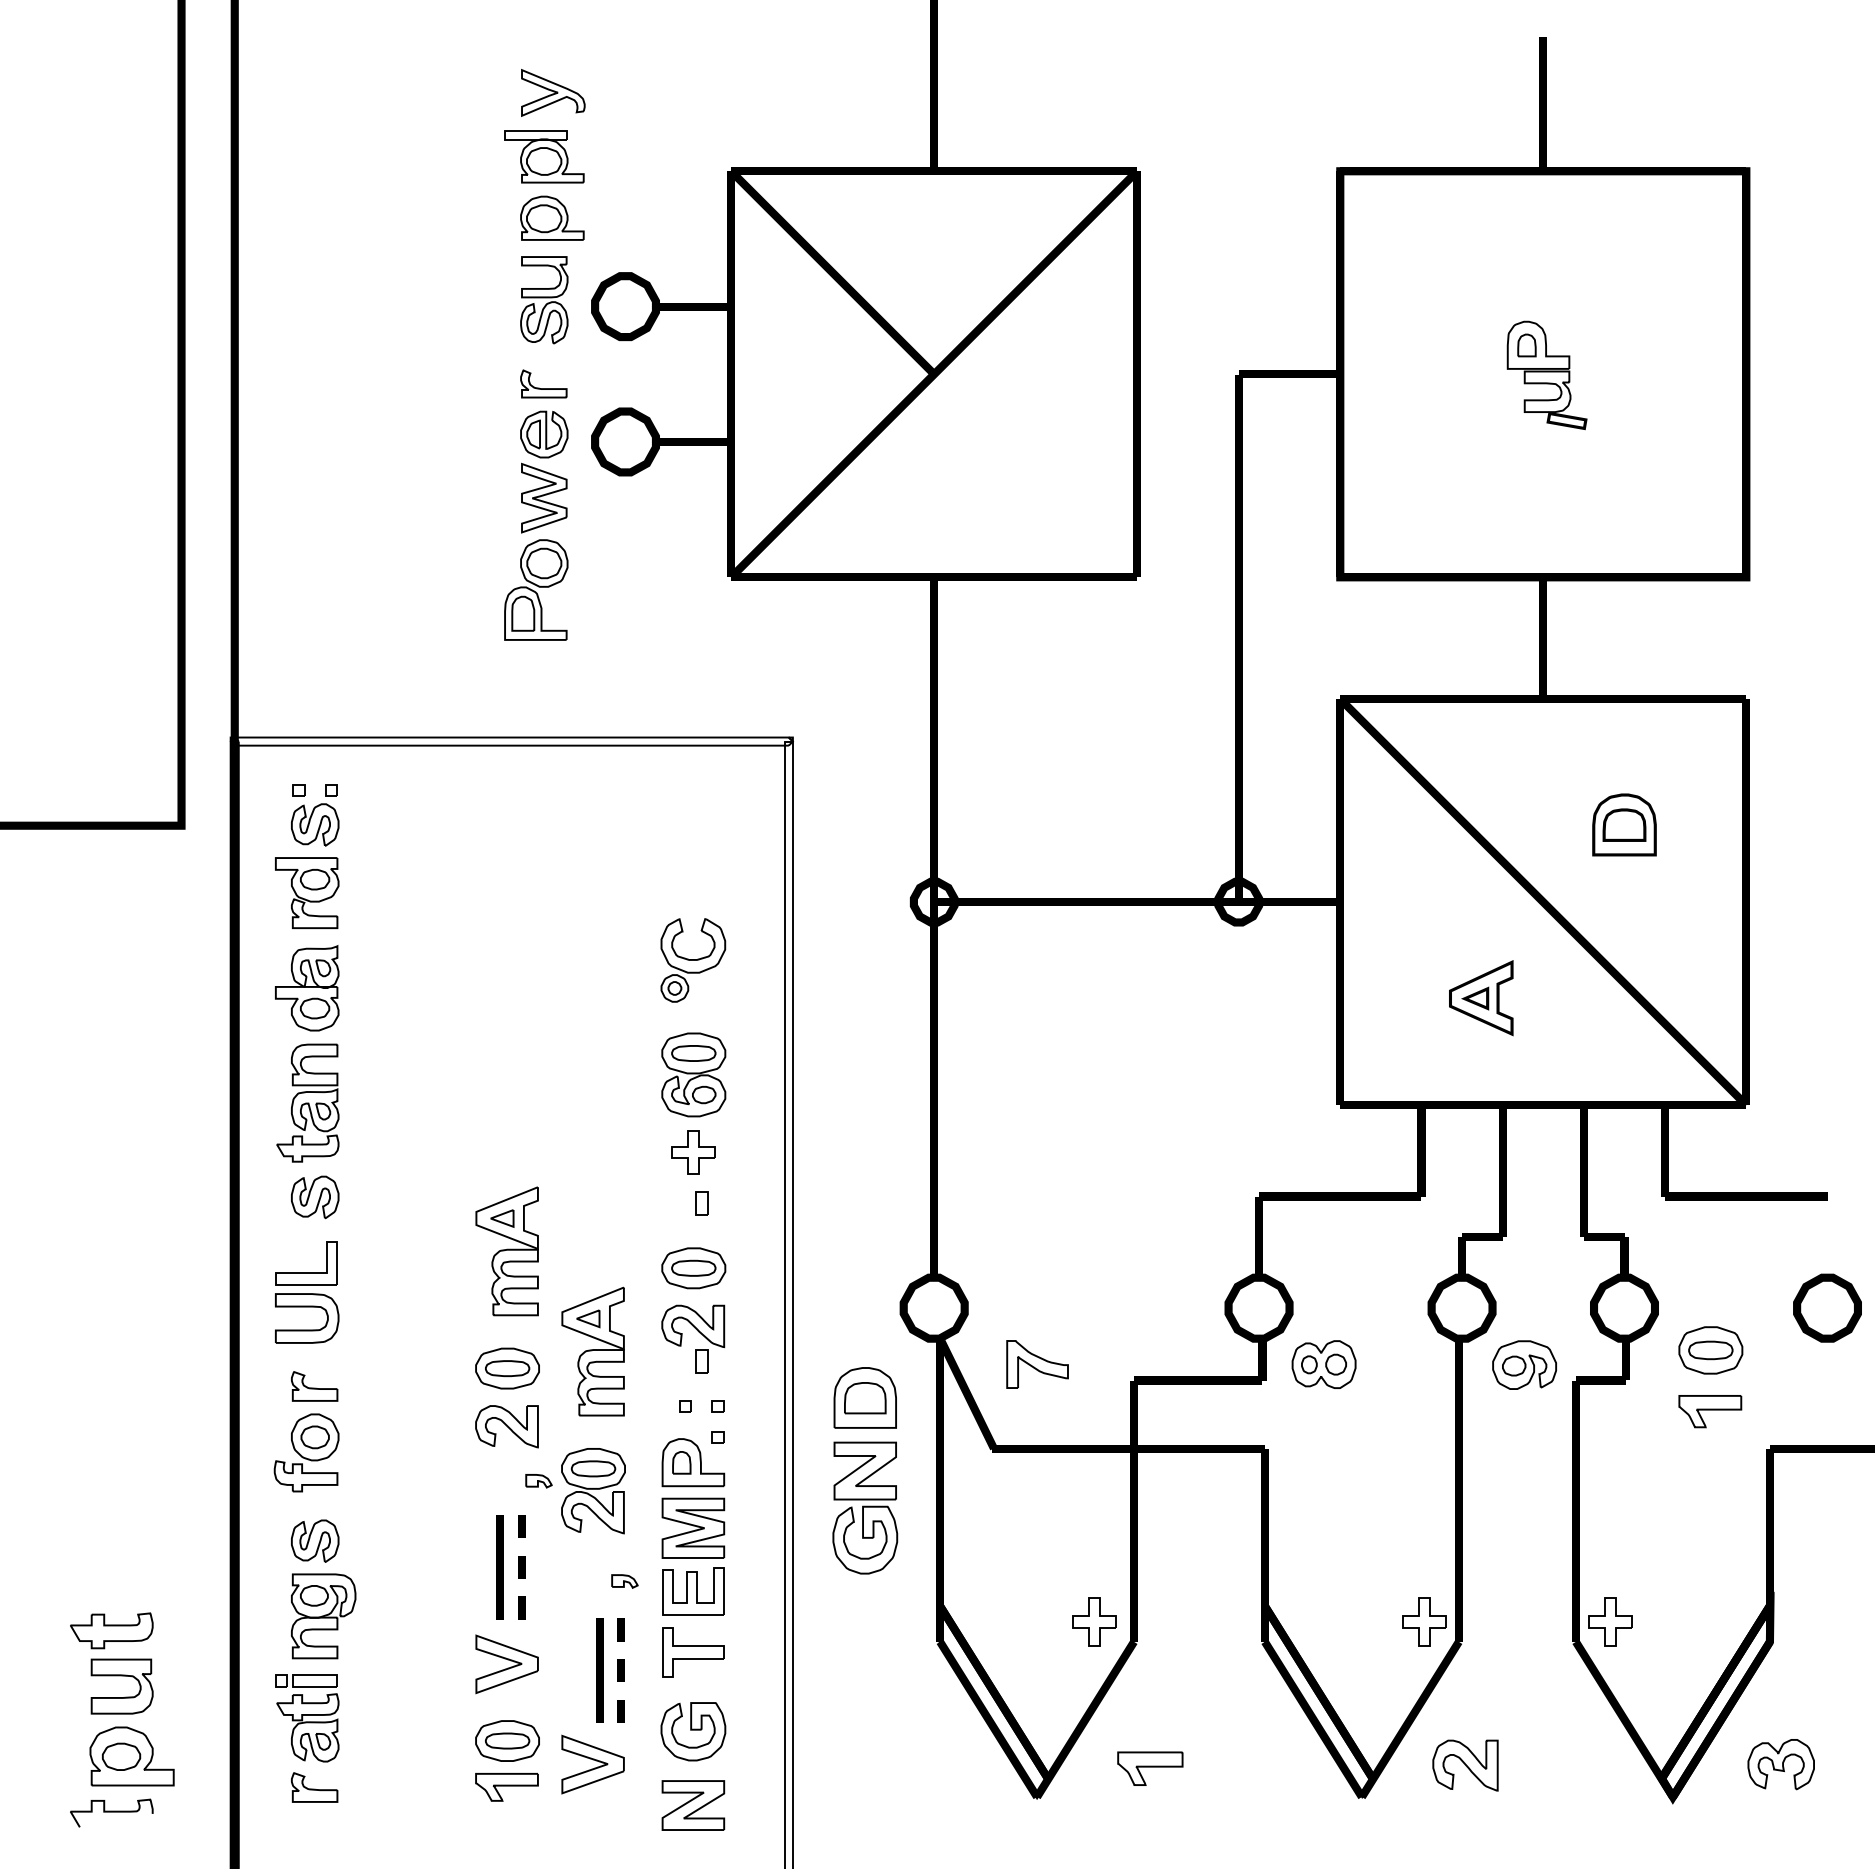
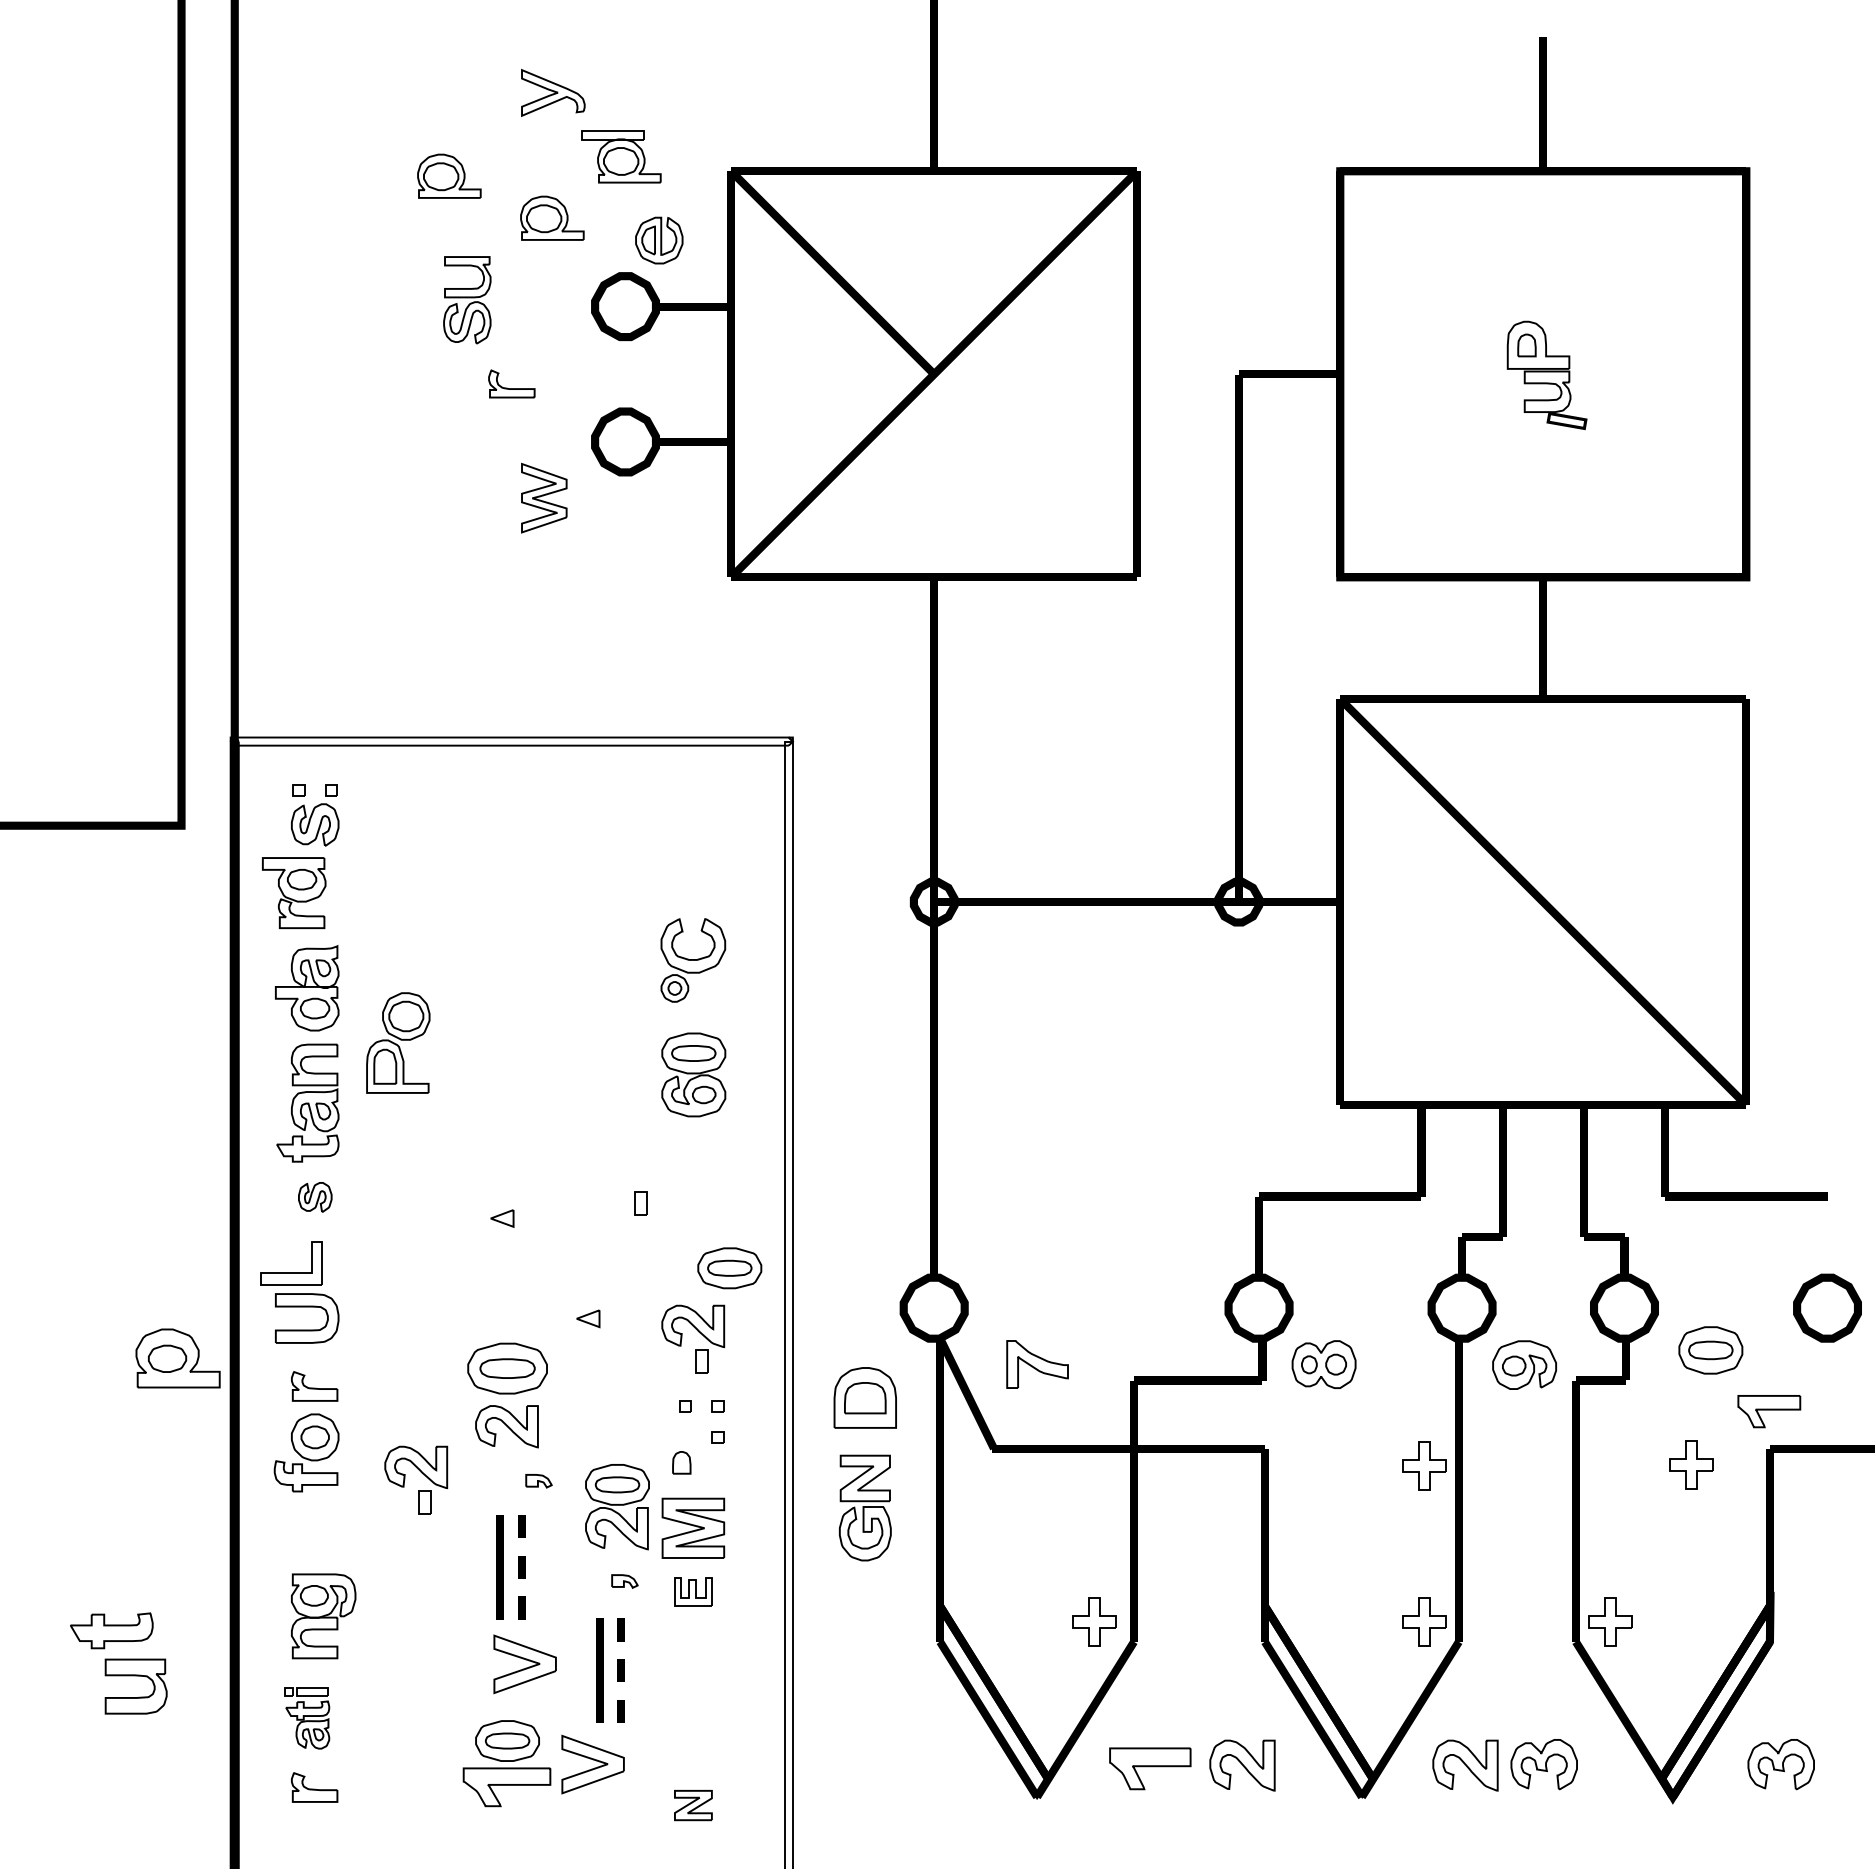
part at (544, 156) position: (544, 156) -> (621, 156)
part at (449, 175): none -> present
part at (544, 300) position: (544, 300) -> (467, 300)
part at (543, 383) position: (543, 383) -> (511, 383)
part at (544, 434) position: (544, 434) -> (659, 240)
part at (536, 589) position: (536, 589) -> (398, 1042)
part at (1624, 824): present -> none
part at (307, 893) position: (307, 893) -> (294, 893)
part at (1481, 998): present -> none
part at (693, 1152): present -> none
part at (315, 1197) size: 49x45 px -> 35x31 px
part at (701, 1203) position: (701, 1203) -> (640, 1203)
part at (506, 1251): present -> none
part at (693, 1268) position: (693, 1268) -> (729, 1268)
part at (306, 1272) position: (306, 1272) -> (291, 1272)
part at (592, 1351): present -> none
part at (507, 1368) size: 65x43 px -> 81x53 px
part at (1710, 1411) position: (1710, 1411) -> (1769, 1411)
part at (693, 1462): present -> none
part at (1691, 1464): none -> present
part at (1424, 1465): none -> present
part at (421, 1473): none -> present
part at (593, 1491) position: (593, 1491) -> (617, 1507)
part at (865, 1507) size: 67x134 px -> 54x108 px
part at (315, 1540): present -> none
part at (693, 1591) size: 63x49 px -> 39x30 px
part at (693, 1652): present -> none
part at (506, 1664) position: (506, 1664) -> (524, 1664)
part at (121, 1676) position: (121, 1676) -> (135, 1676)
part at (307, 1718) size: 65x89 px -> 47x63 px
part at (693, 1731): present -> none
part at (131, 1756) position: (131, 1756) -> (177, 1358)
part at (1543, 1764): none -> present
part at (1242, 1765): none -> present
part at (1150, 1768) size: 67x35 px -> 83x44 px
part at (506, 1787) size: 64x29 px -> 90x41 px
part at (693, 1805) size: 65x51 px -> 39x32 px
curve at (111, 1812): present -> none
